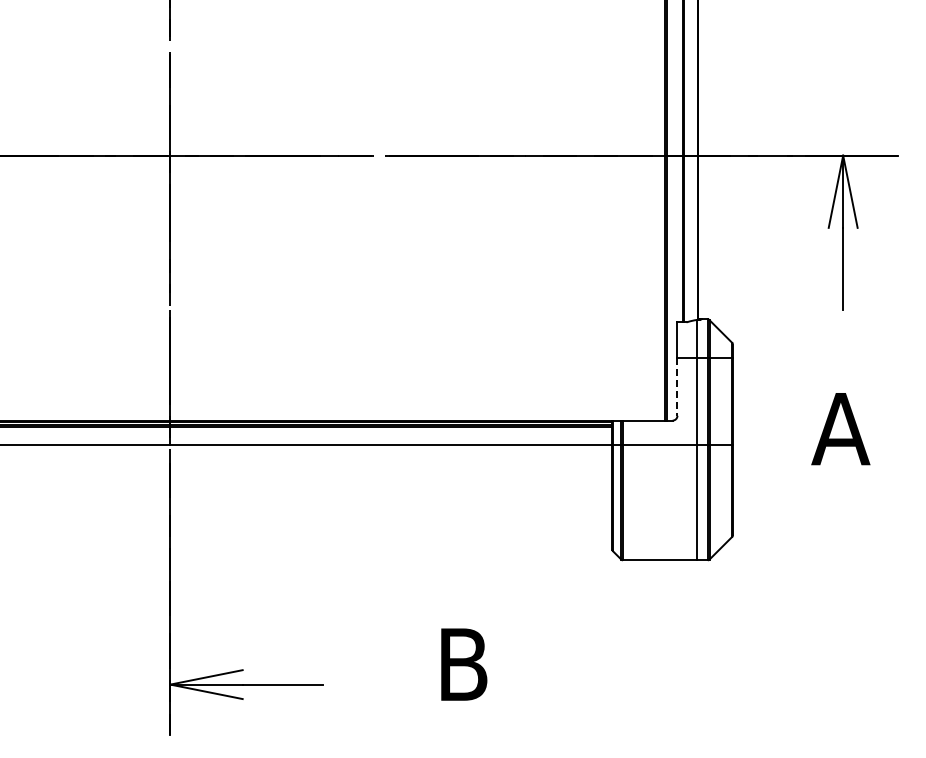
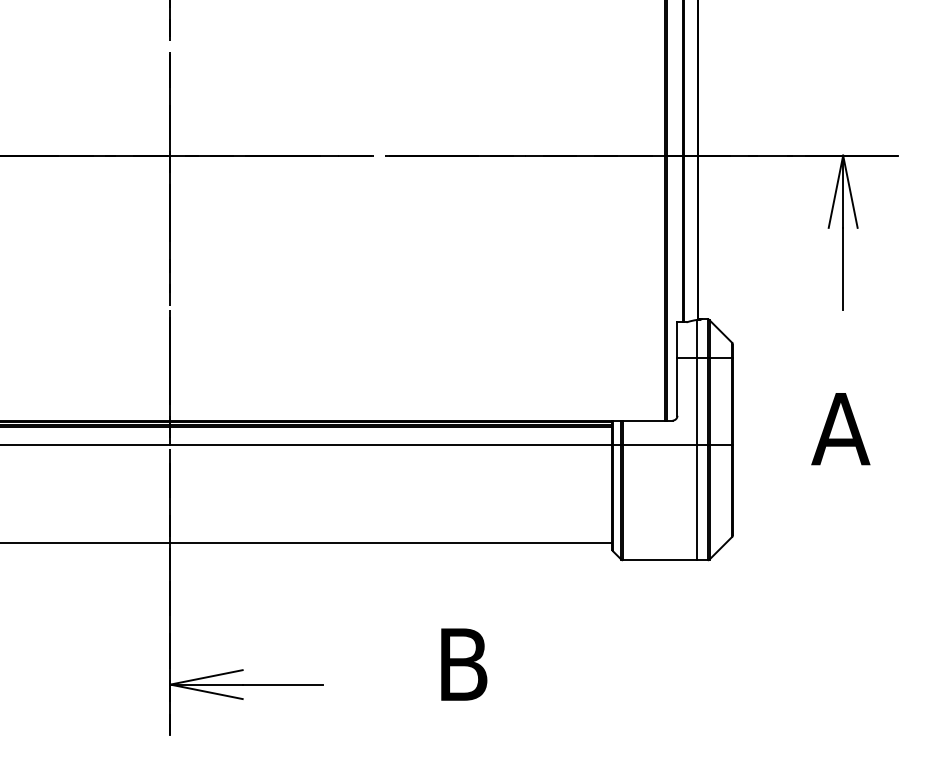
line at (677, 386): dashed -> solid
line at (307, 543): none -> present
